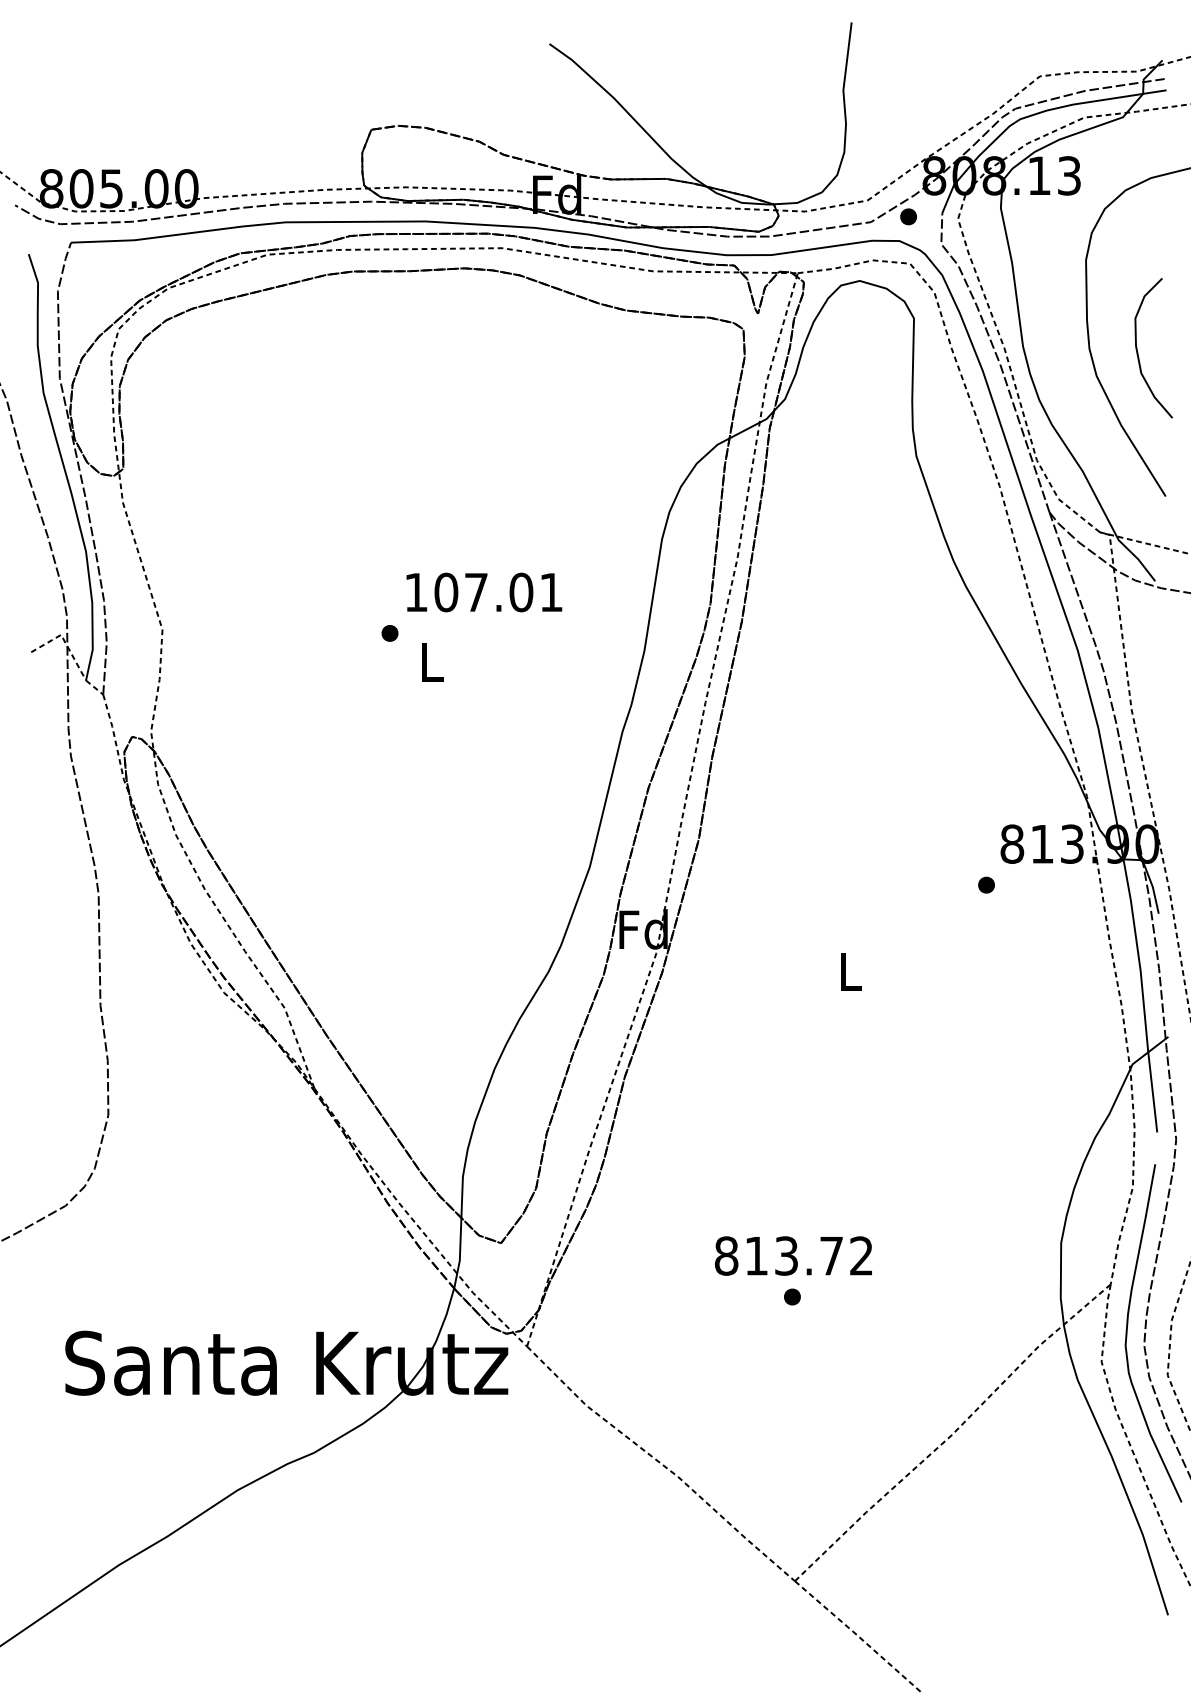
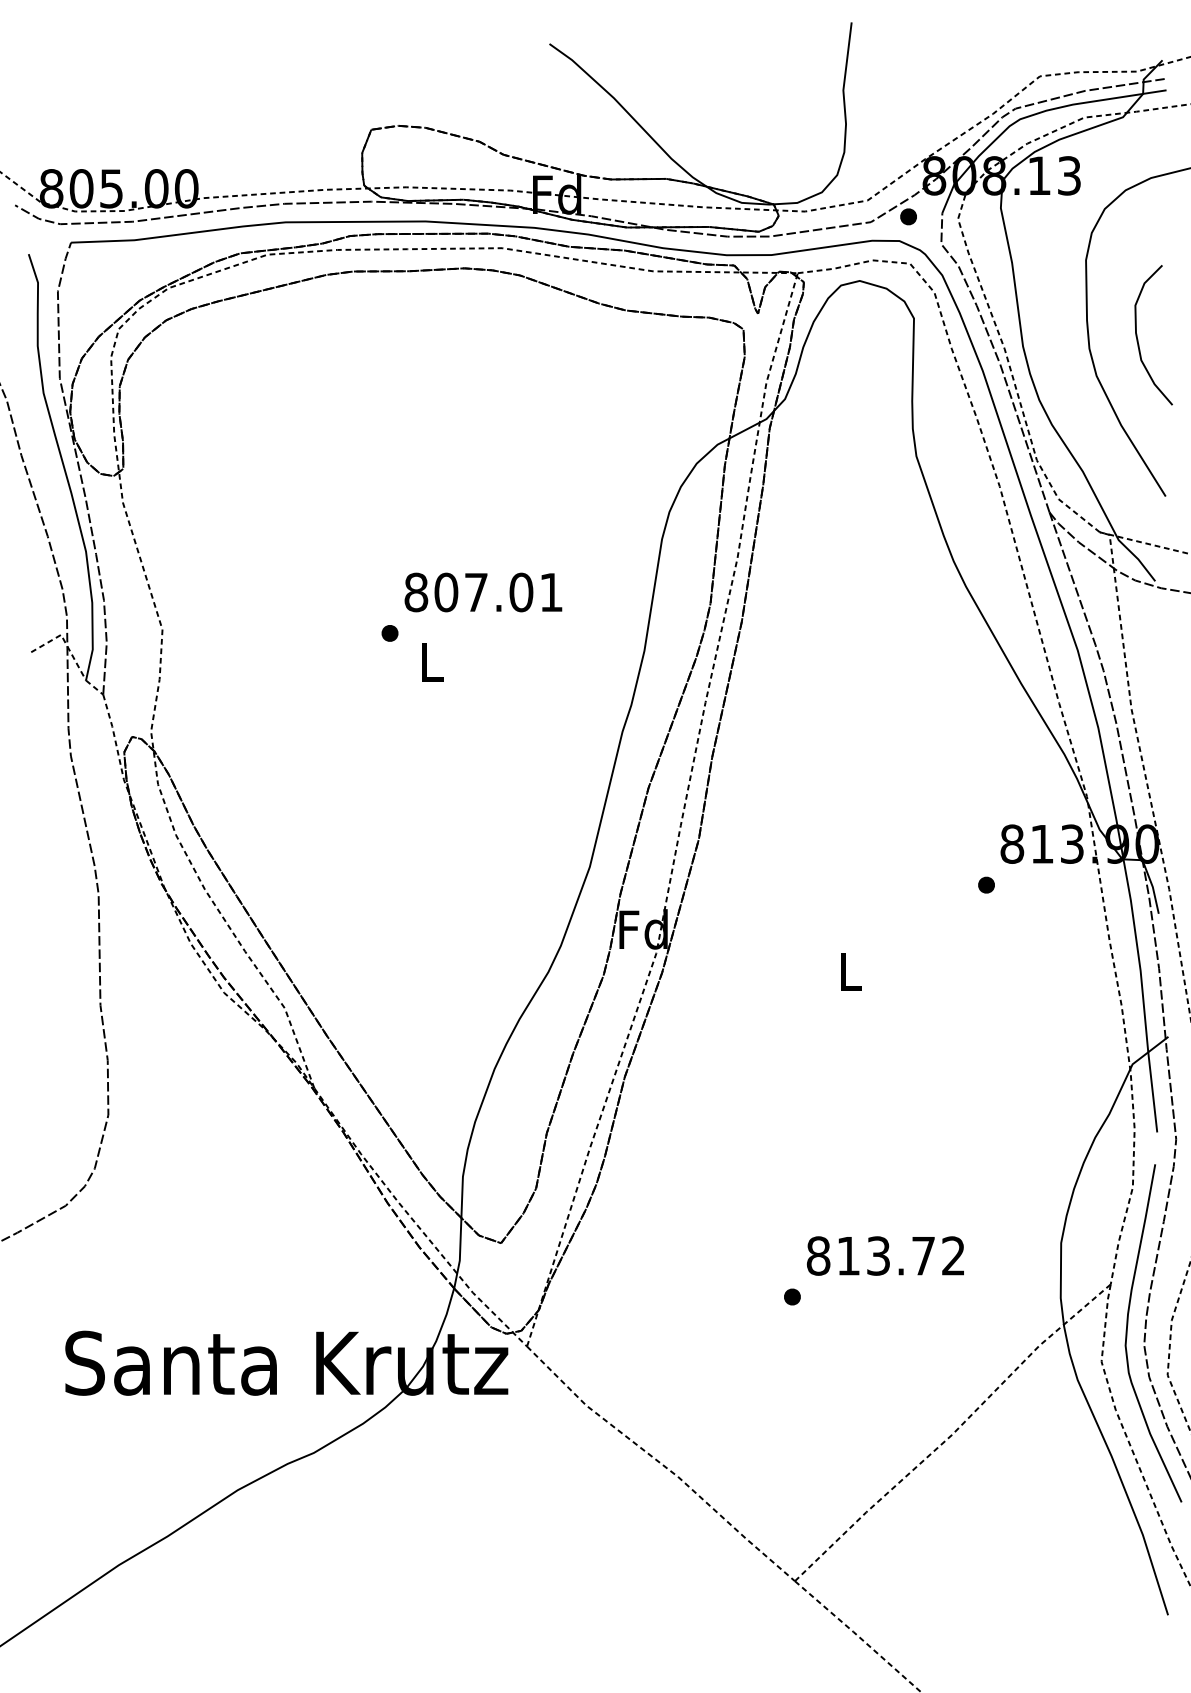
curve at (1138, 352) position: (1138, 352) -> (1138, 339)
text at (416, 592): 107.01 -> 807.01
text at (792, 1255) position: (792, 1255) -> (884, 1255)
